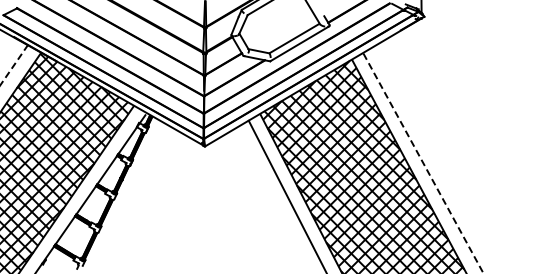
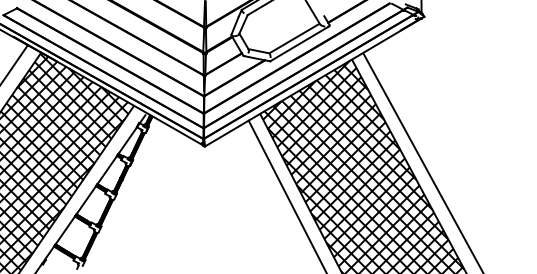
line at (13, 65): dashed -> solid
line at (423, 164): dashed -> solid
